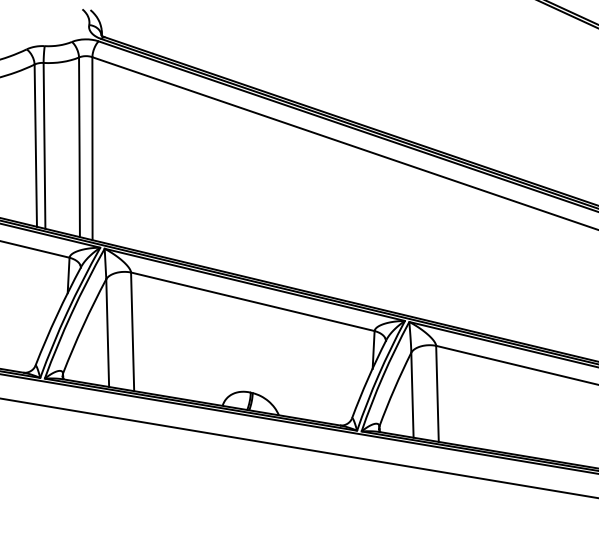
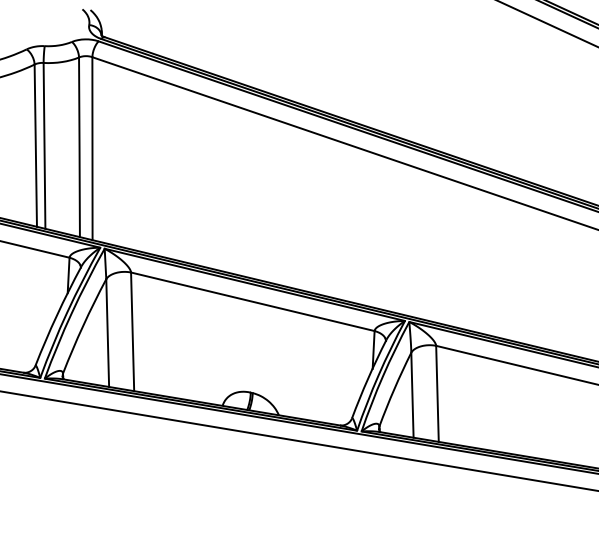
line at (547, 24): none -> present
line at (298, 447) position: (298, 447) -> (298, 440)
